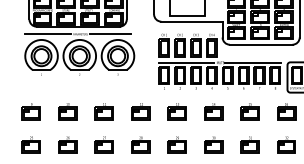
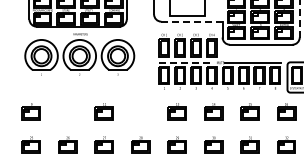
line at (299, 18): solid -> dashed
line at (191, 21): solid -> dashed
line at (47, 34): present -> none
line at (110, 34): present -> none
line at (186, 62): solid -> dashed
part at (67, 111): present -> none
part at (140, 111): present -> none
